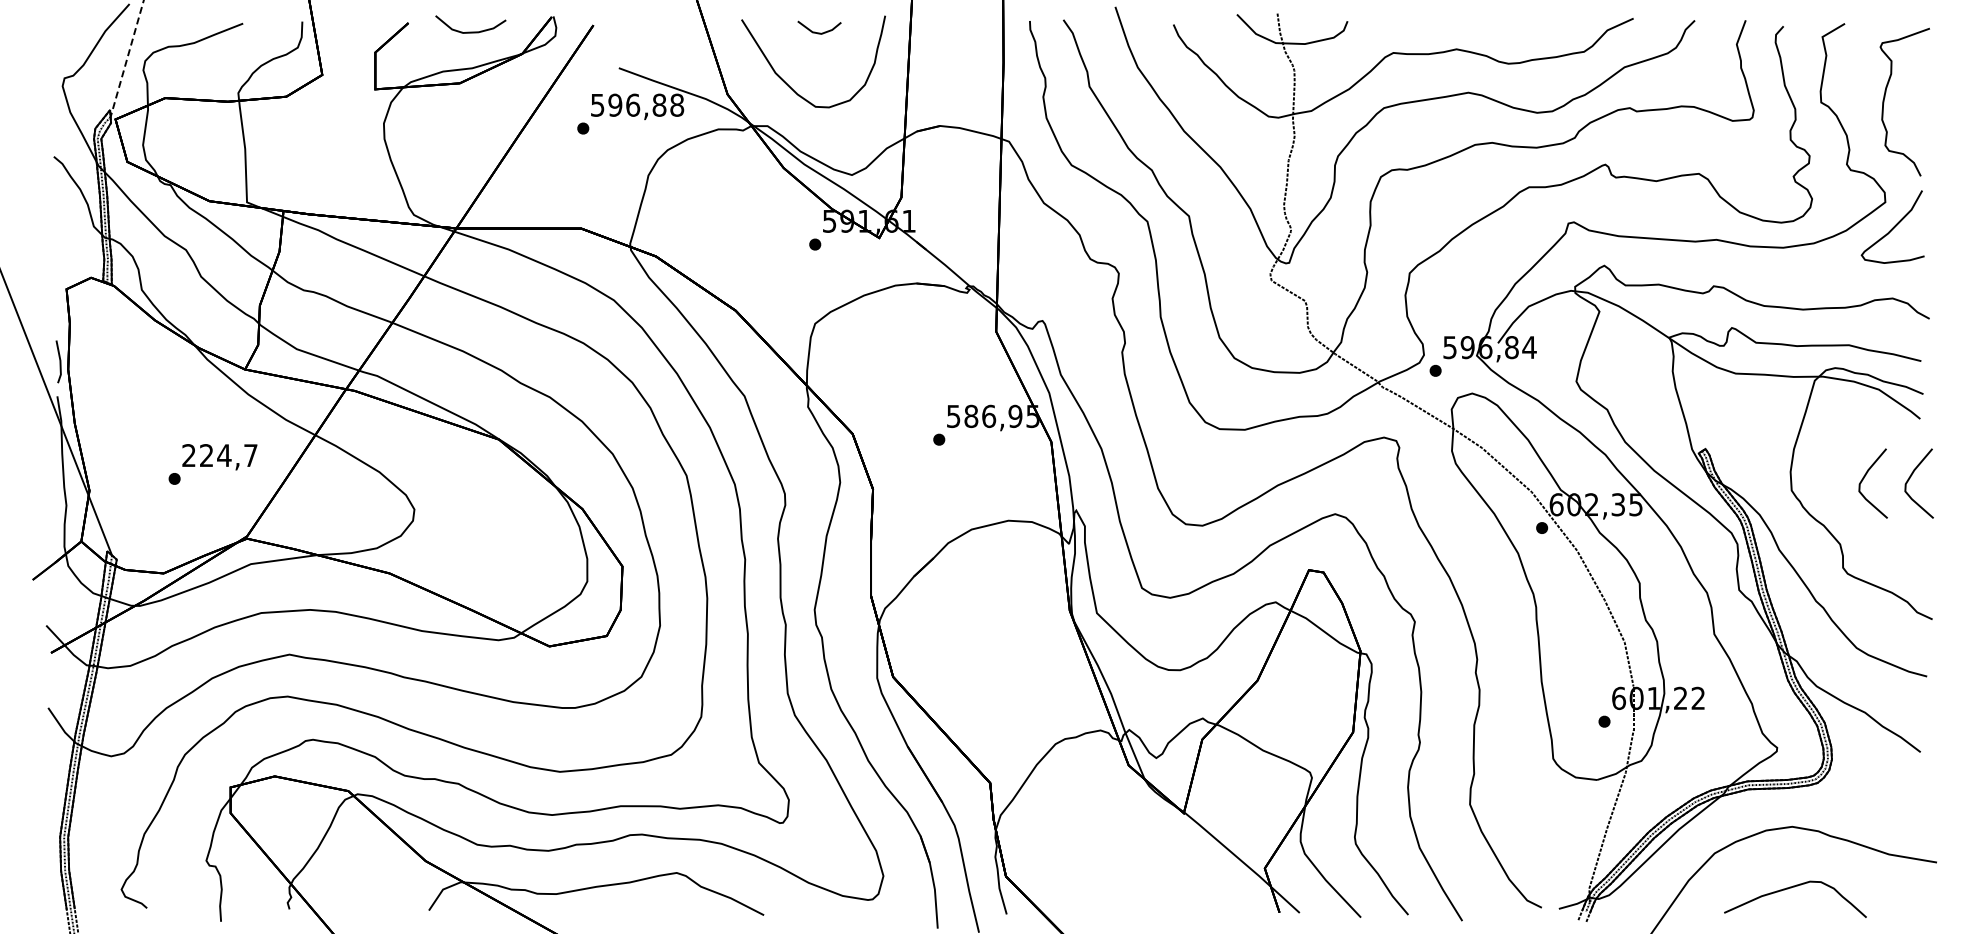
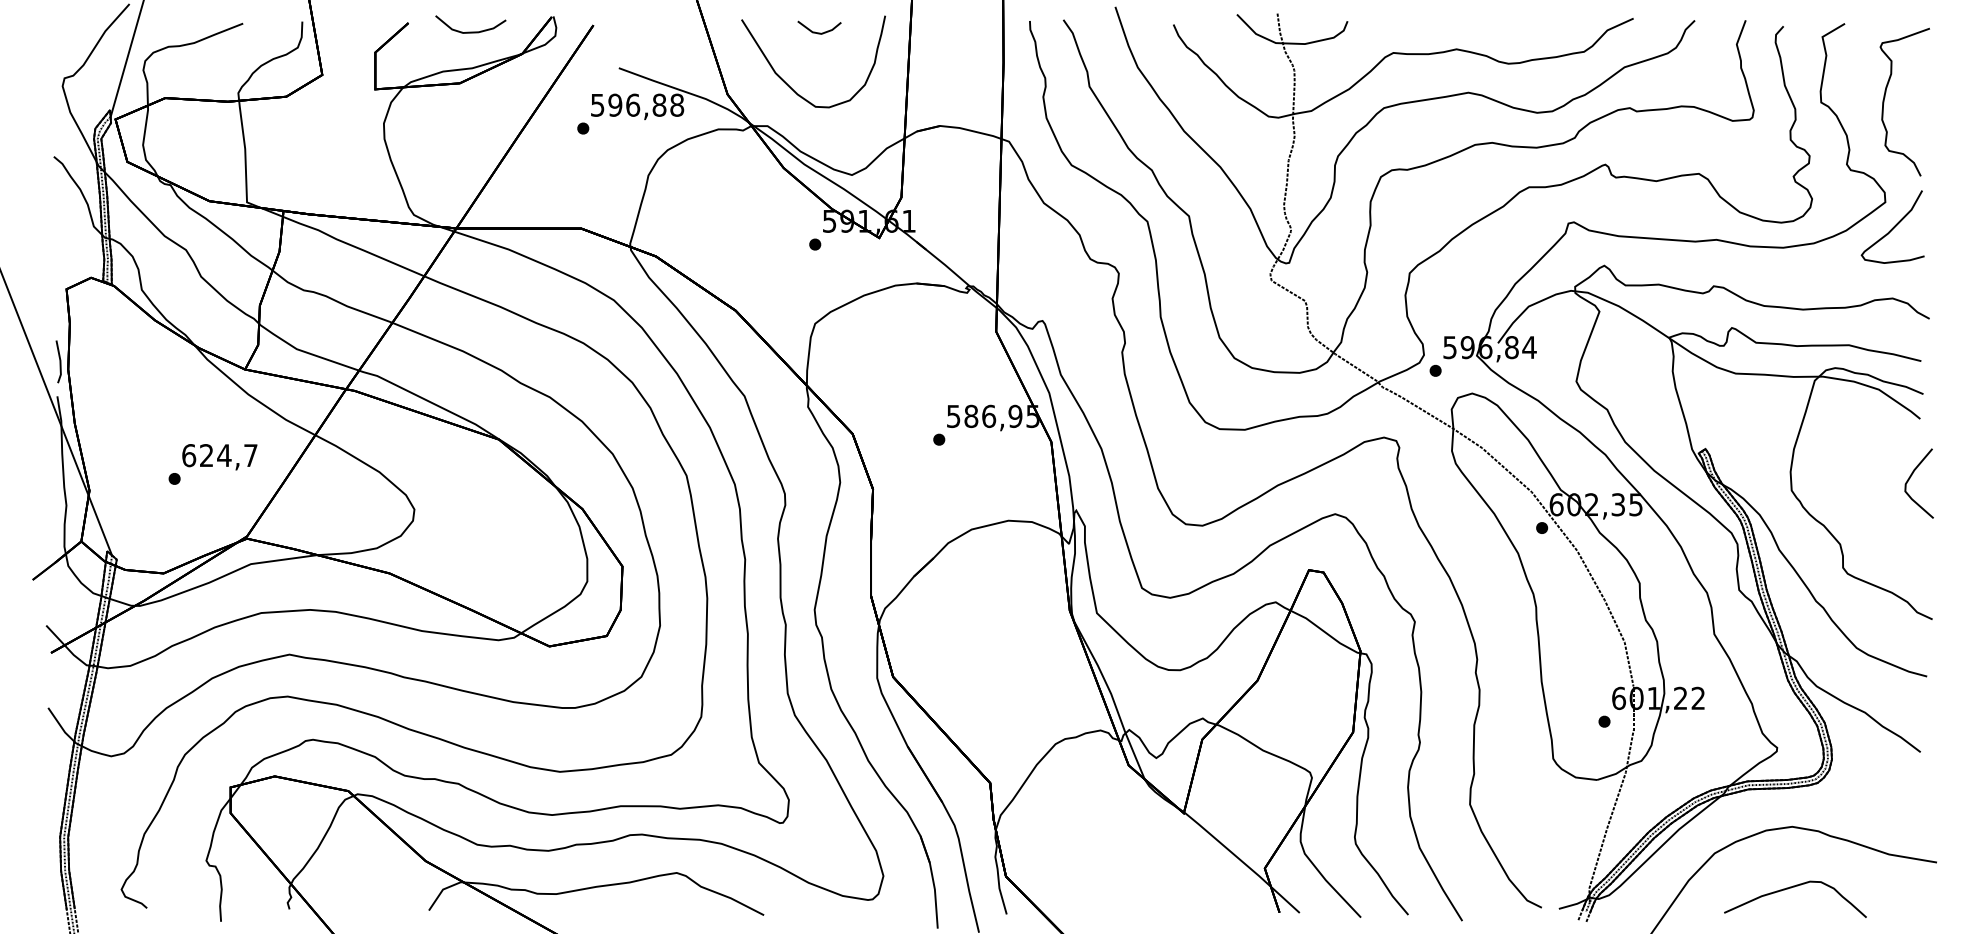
line at (127, 59): dashed -> solid
text at (189, 455): 224,7 -> 624,7
part at (1864, 478): present -> none
